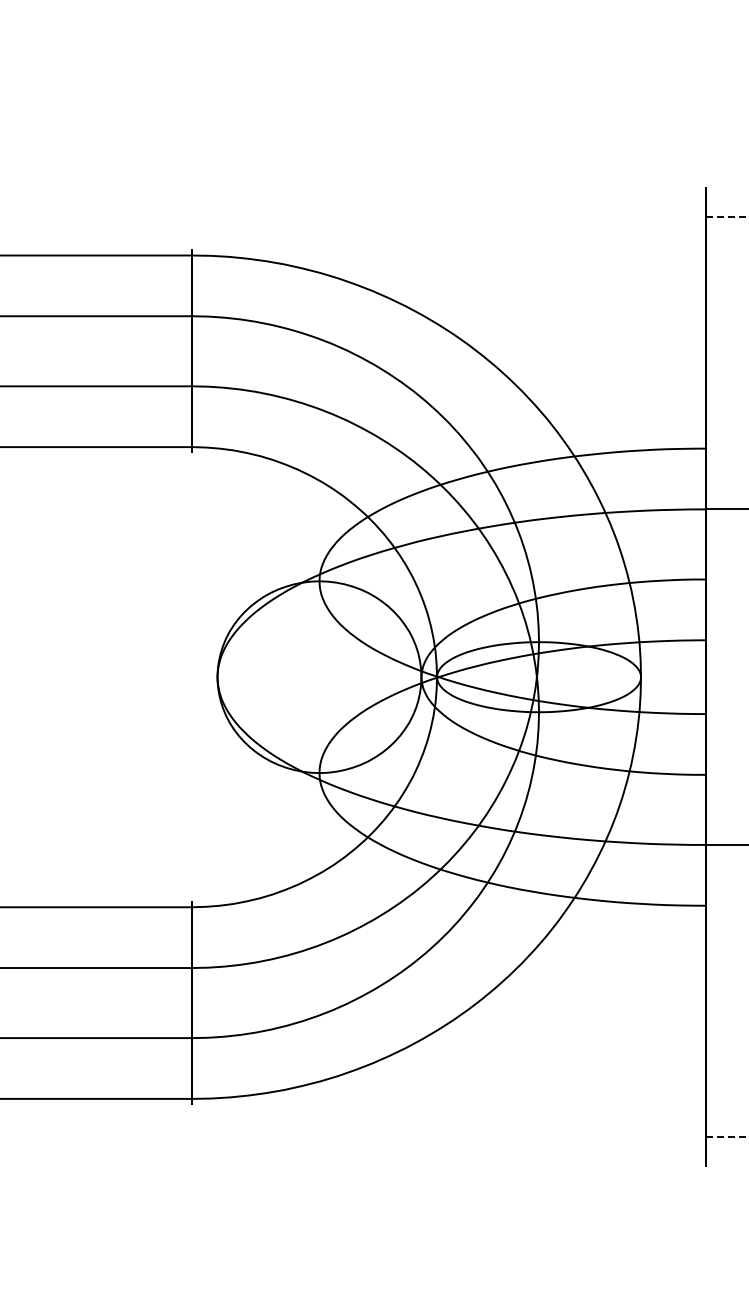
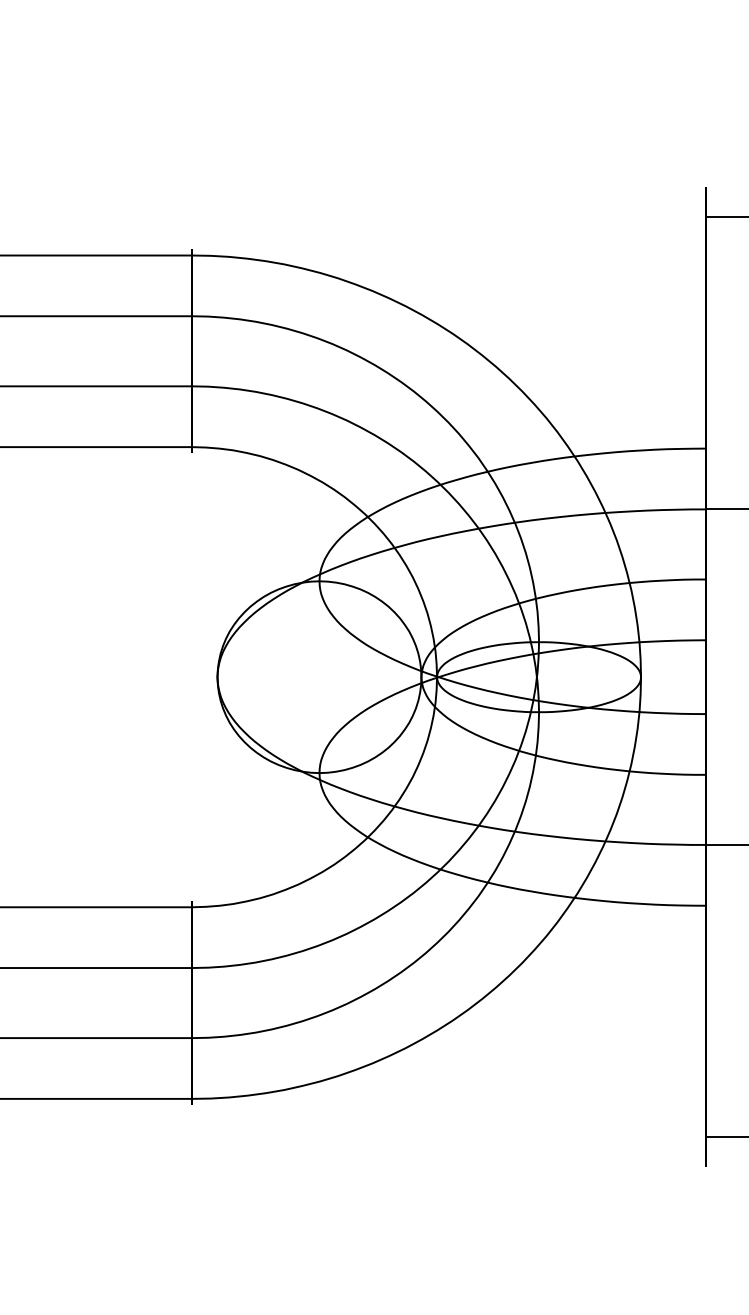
line at (727, 217): dashed -> solid
line at (727, 1137): dashed -> solid
